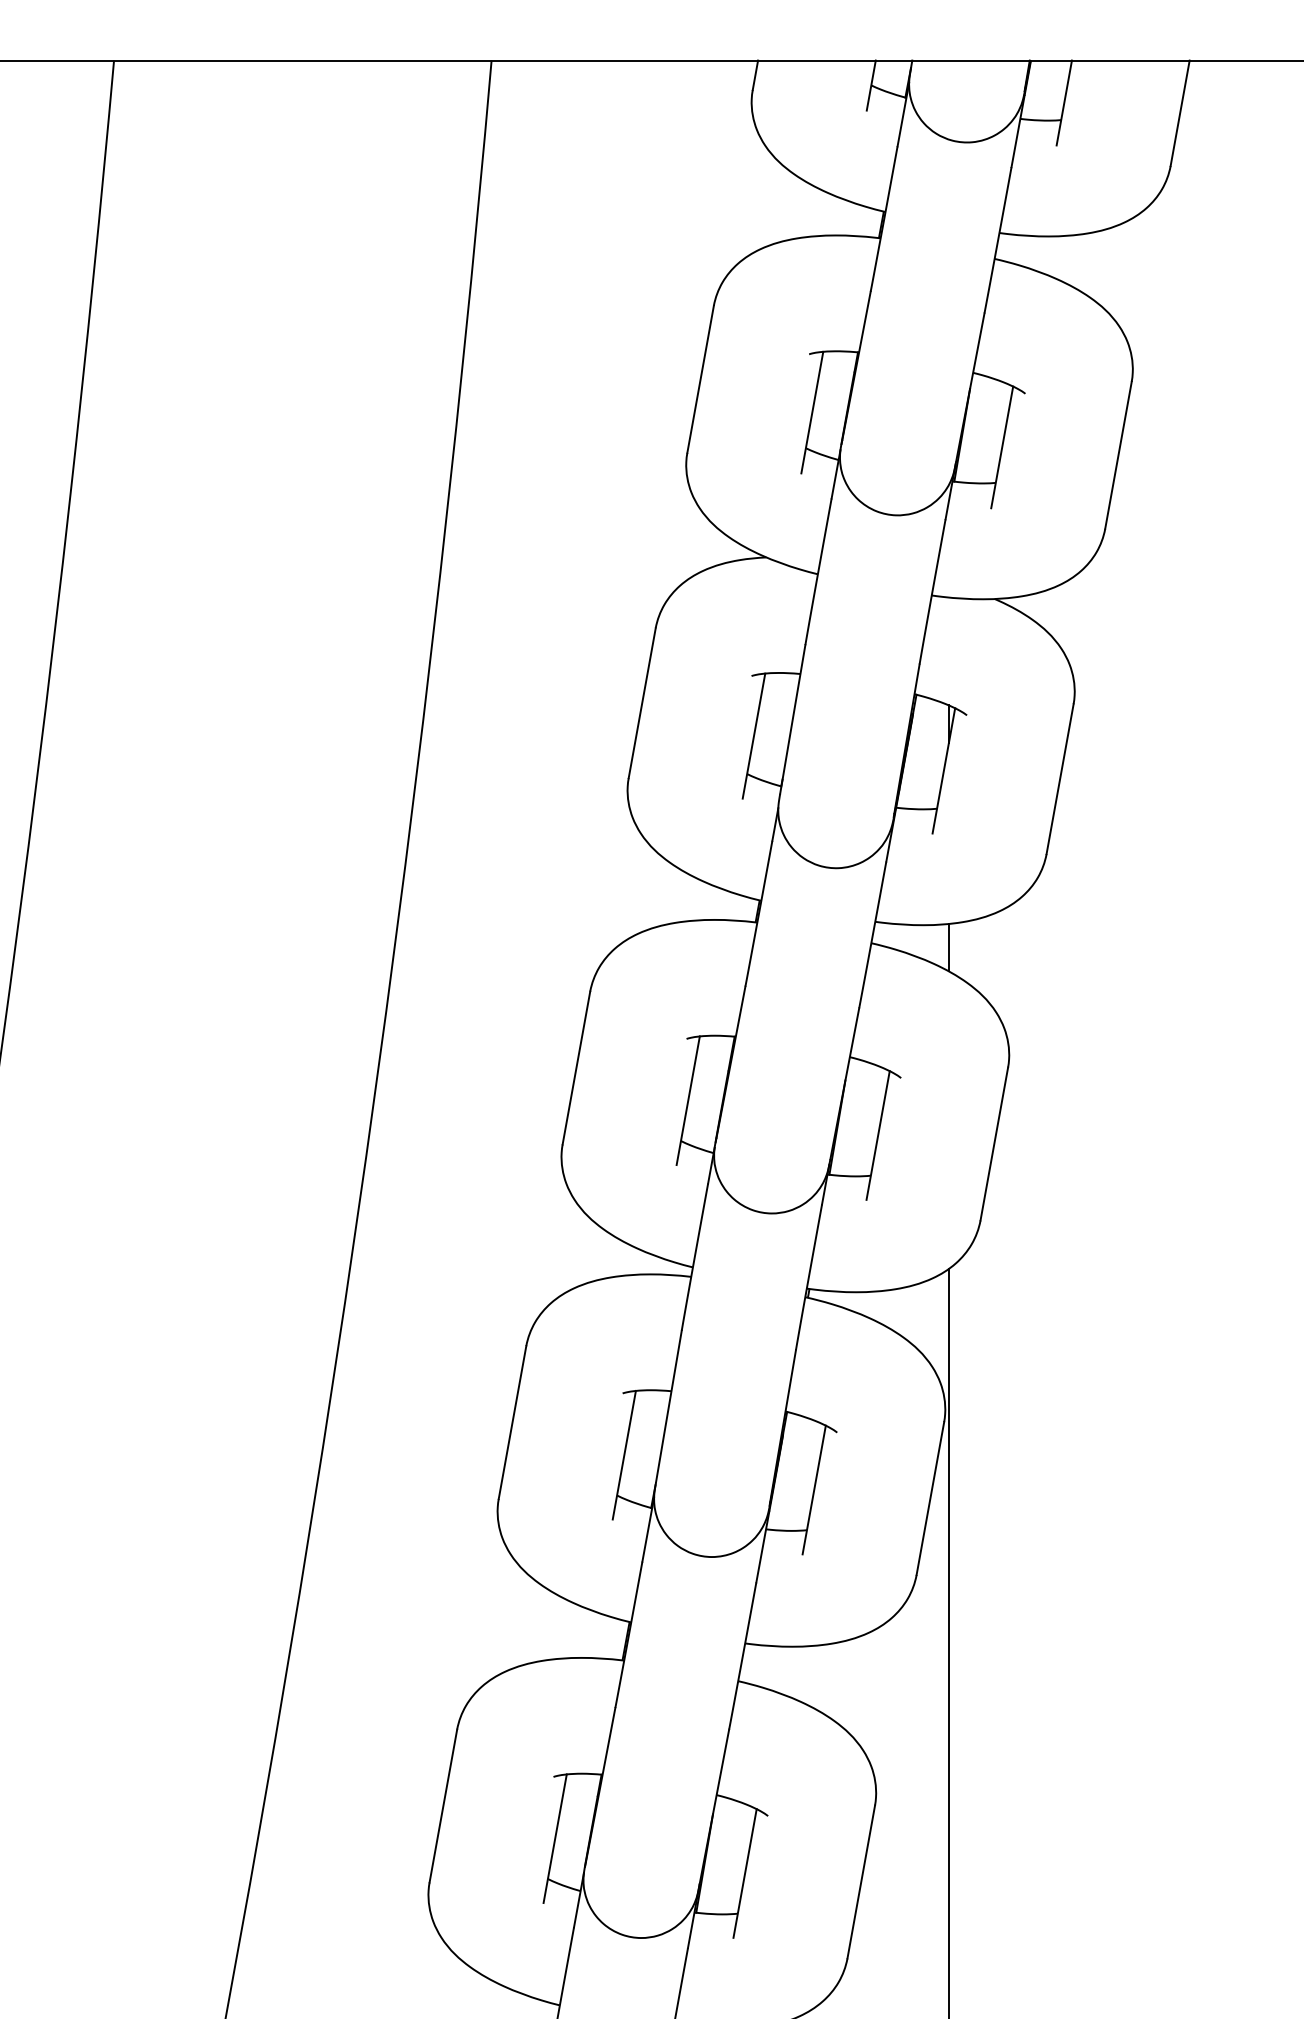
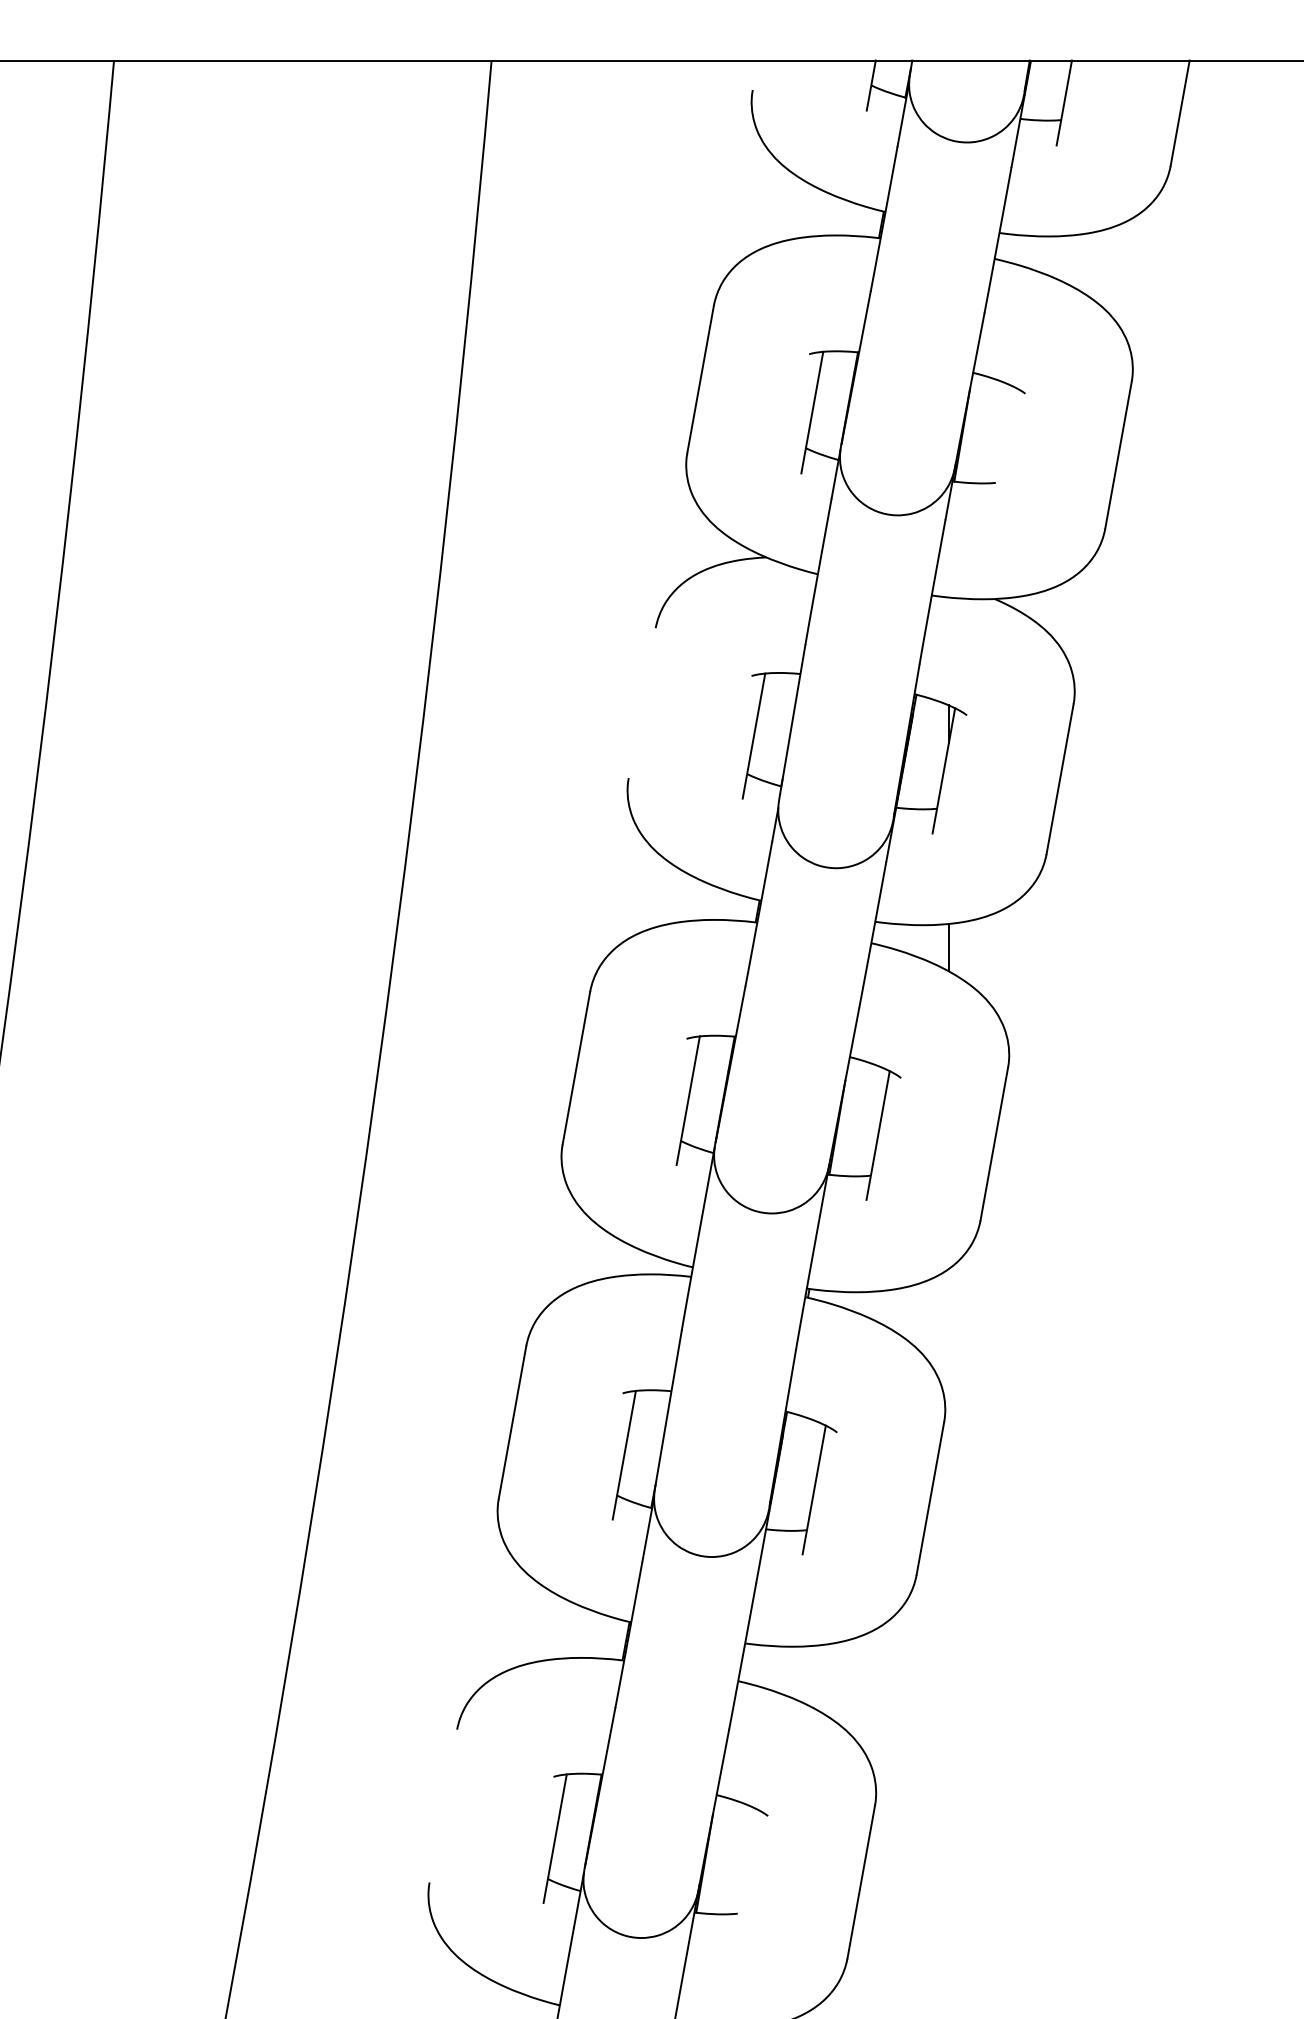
line at (755, 75): present -> none
line at (1002, 447): present -> none
line at (641, 703): present -> none
line at (948, 1641): present -> none
line at (443, 1805): present -> none
line at (744, 1873): present -> none
